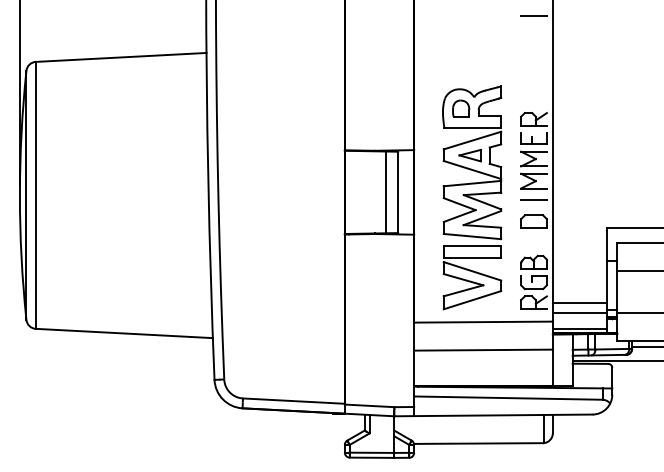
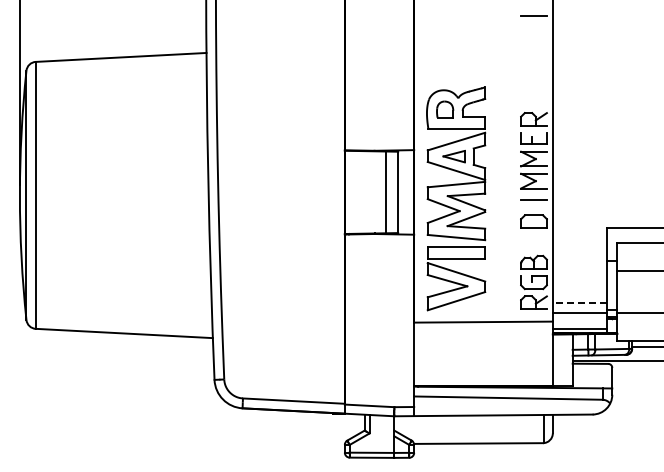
part at (472, 197) position: (472, 197) -> (456, 198)
line at (579, 303): solid -> dashed
line at (483, 349): present -> none
